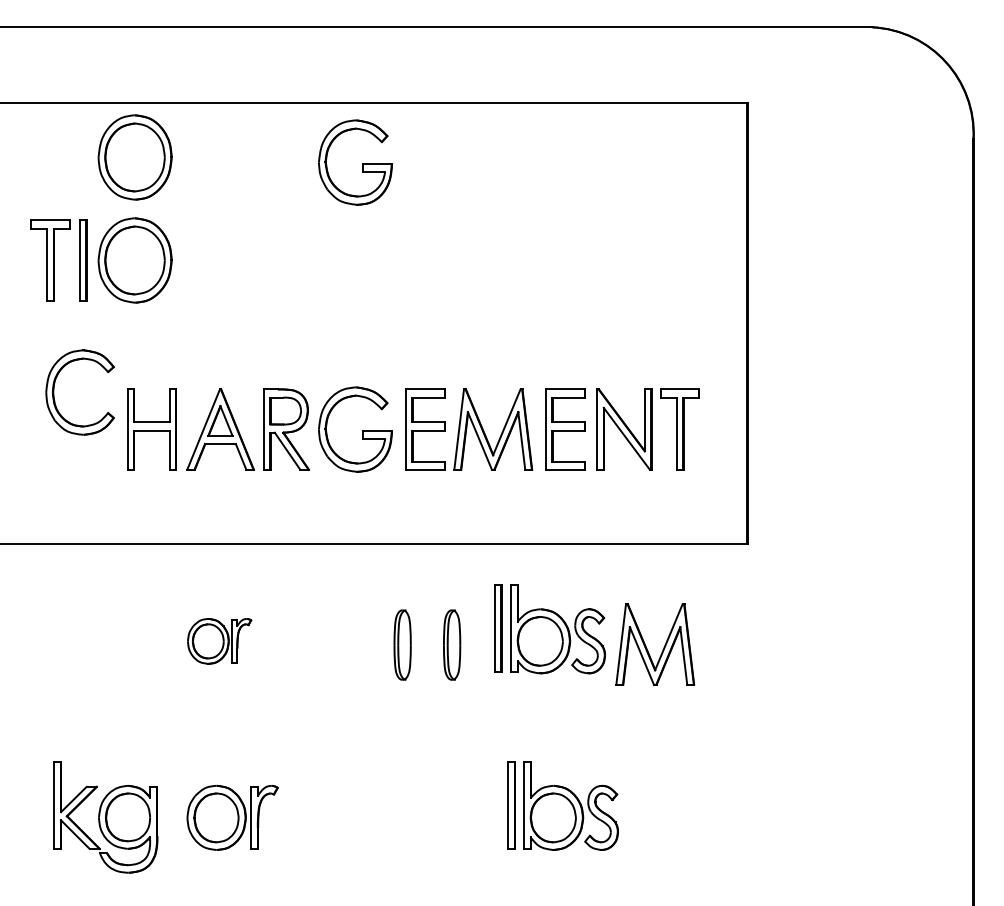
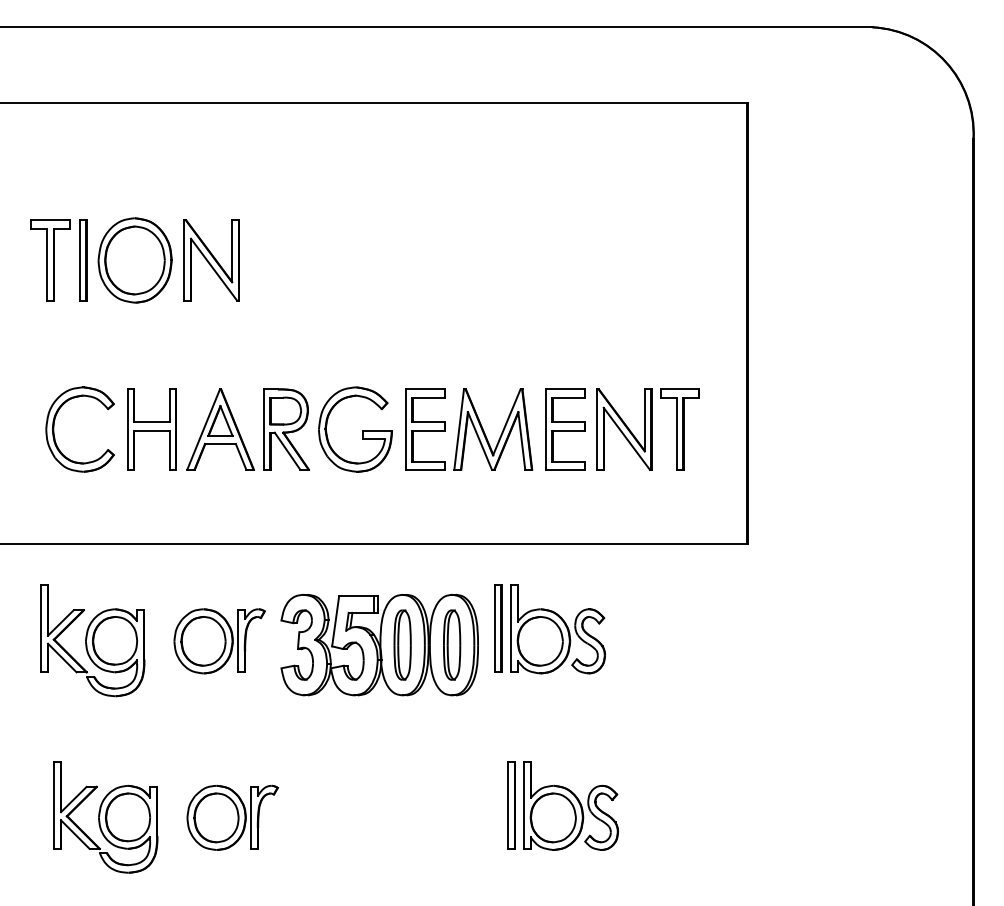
part at (134, 157): present -> none
part at (362, 163): present -> none
part at (211, 260): none -> present
part at (54, 392) position: (54, 392) -> (54, 429)
part at (92, 640): none -> present
part at (219, 641) size: 66x47 px -> 93x67 px
part at (379, 645): none -> present
part at (663, 647): present -> none
